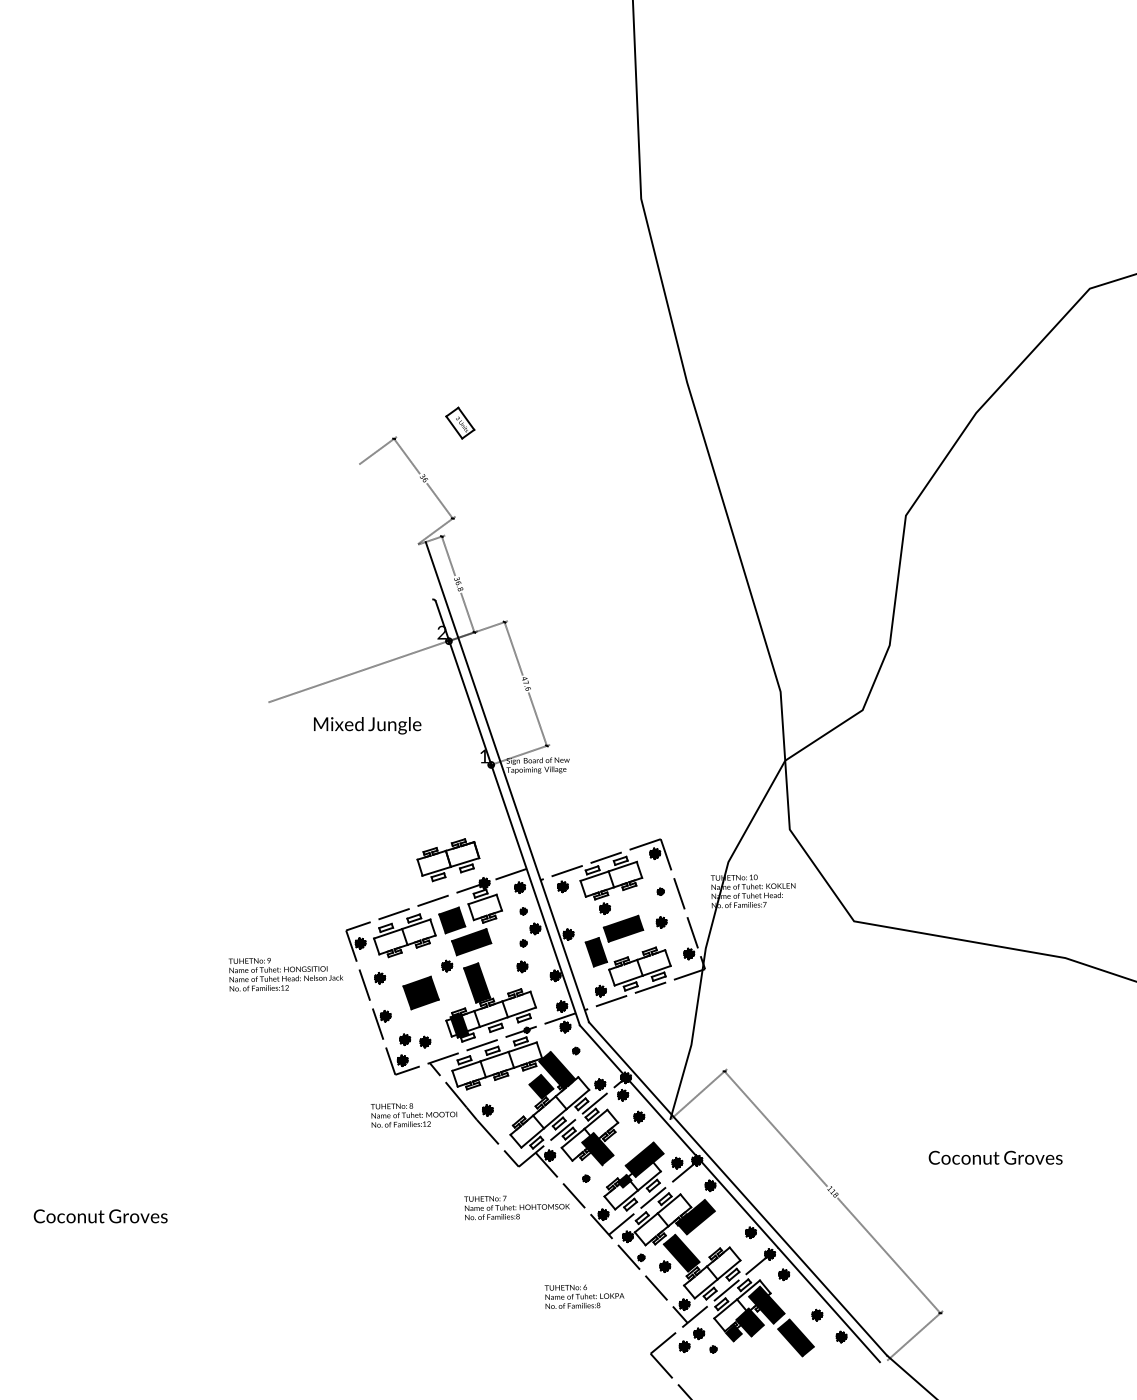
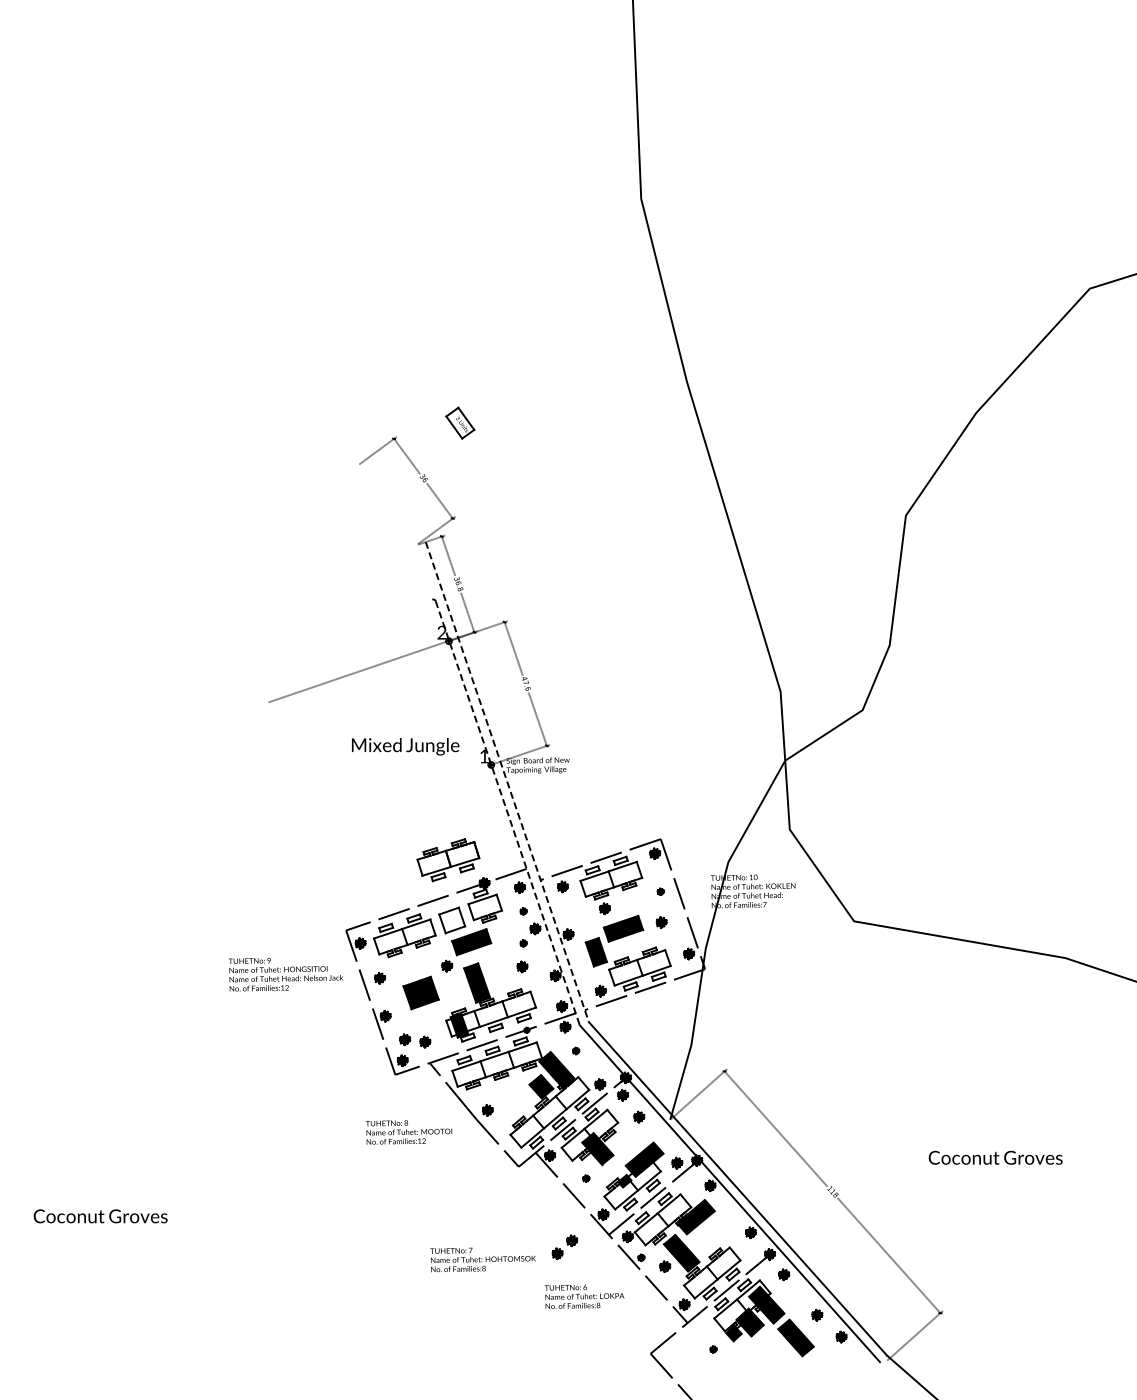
text at (367, 725) position: (367, 725) -> (405, 746)
line at (507, 782): solid -> dashed
line at (507, 813): solid -> dashed
fill at (452, 920): present -> none
text at (413, 1115) position: (413, 1115) -> (408, 1132)
text at (516, 1207) position: (516, 1207) -> (482, 1259)
part at (691, 1339) position: (691, 1339) -> (564, 1246)
